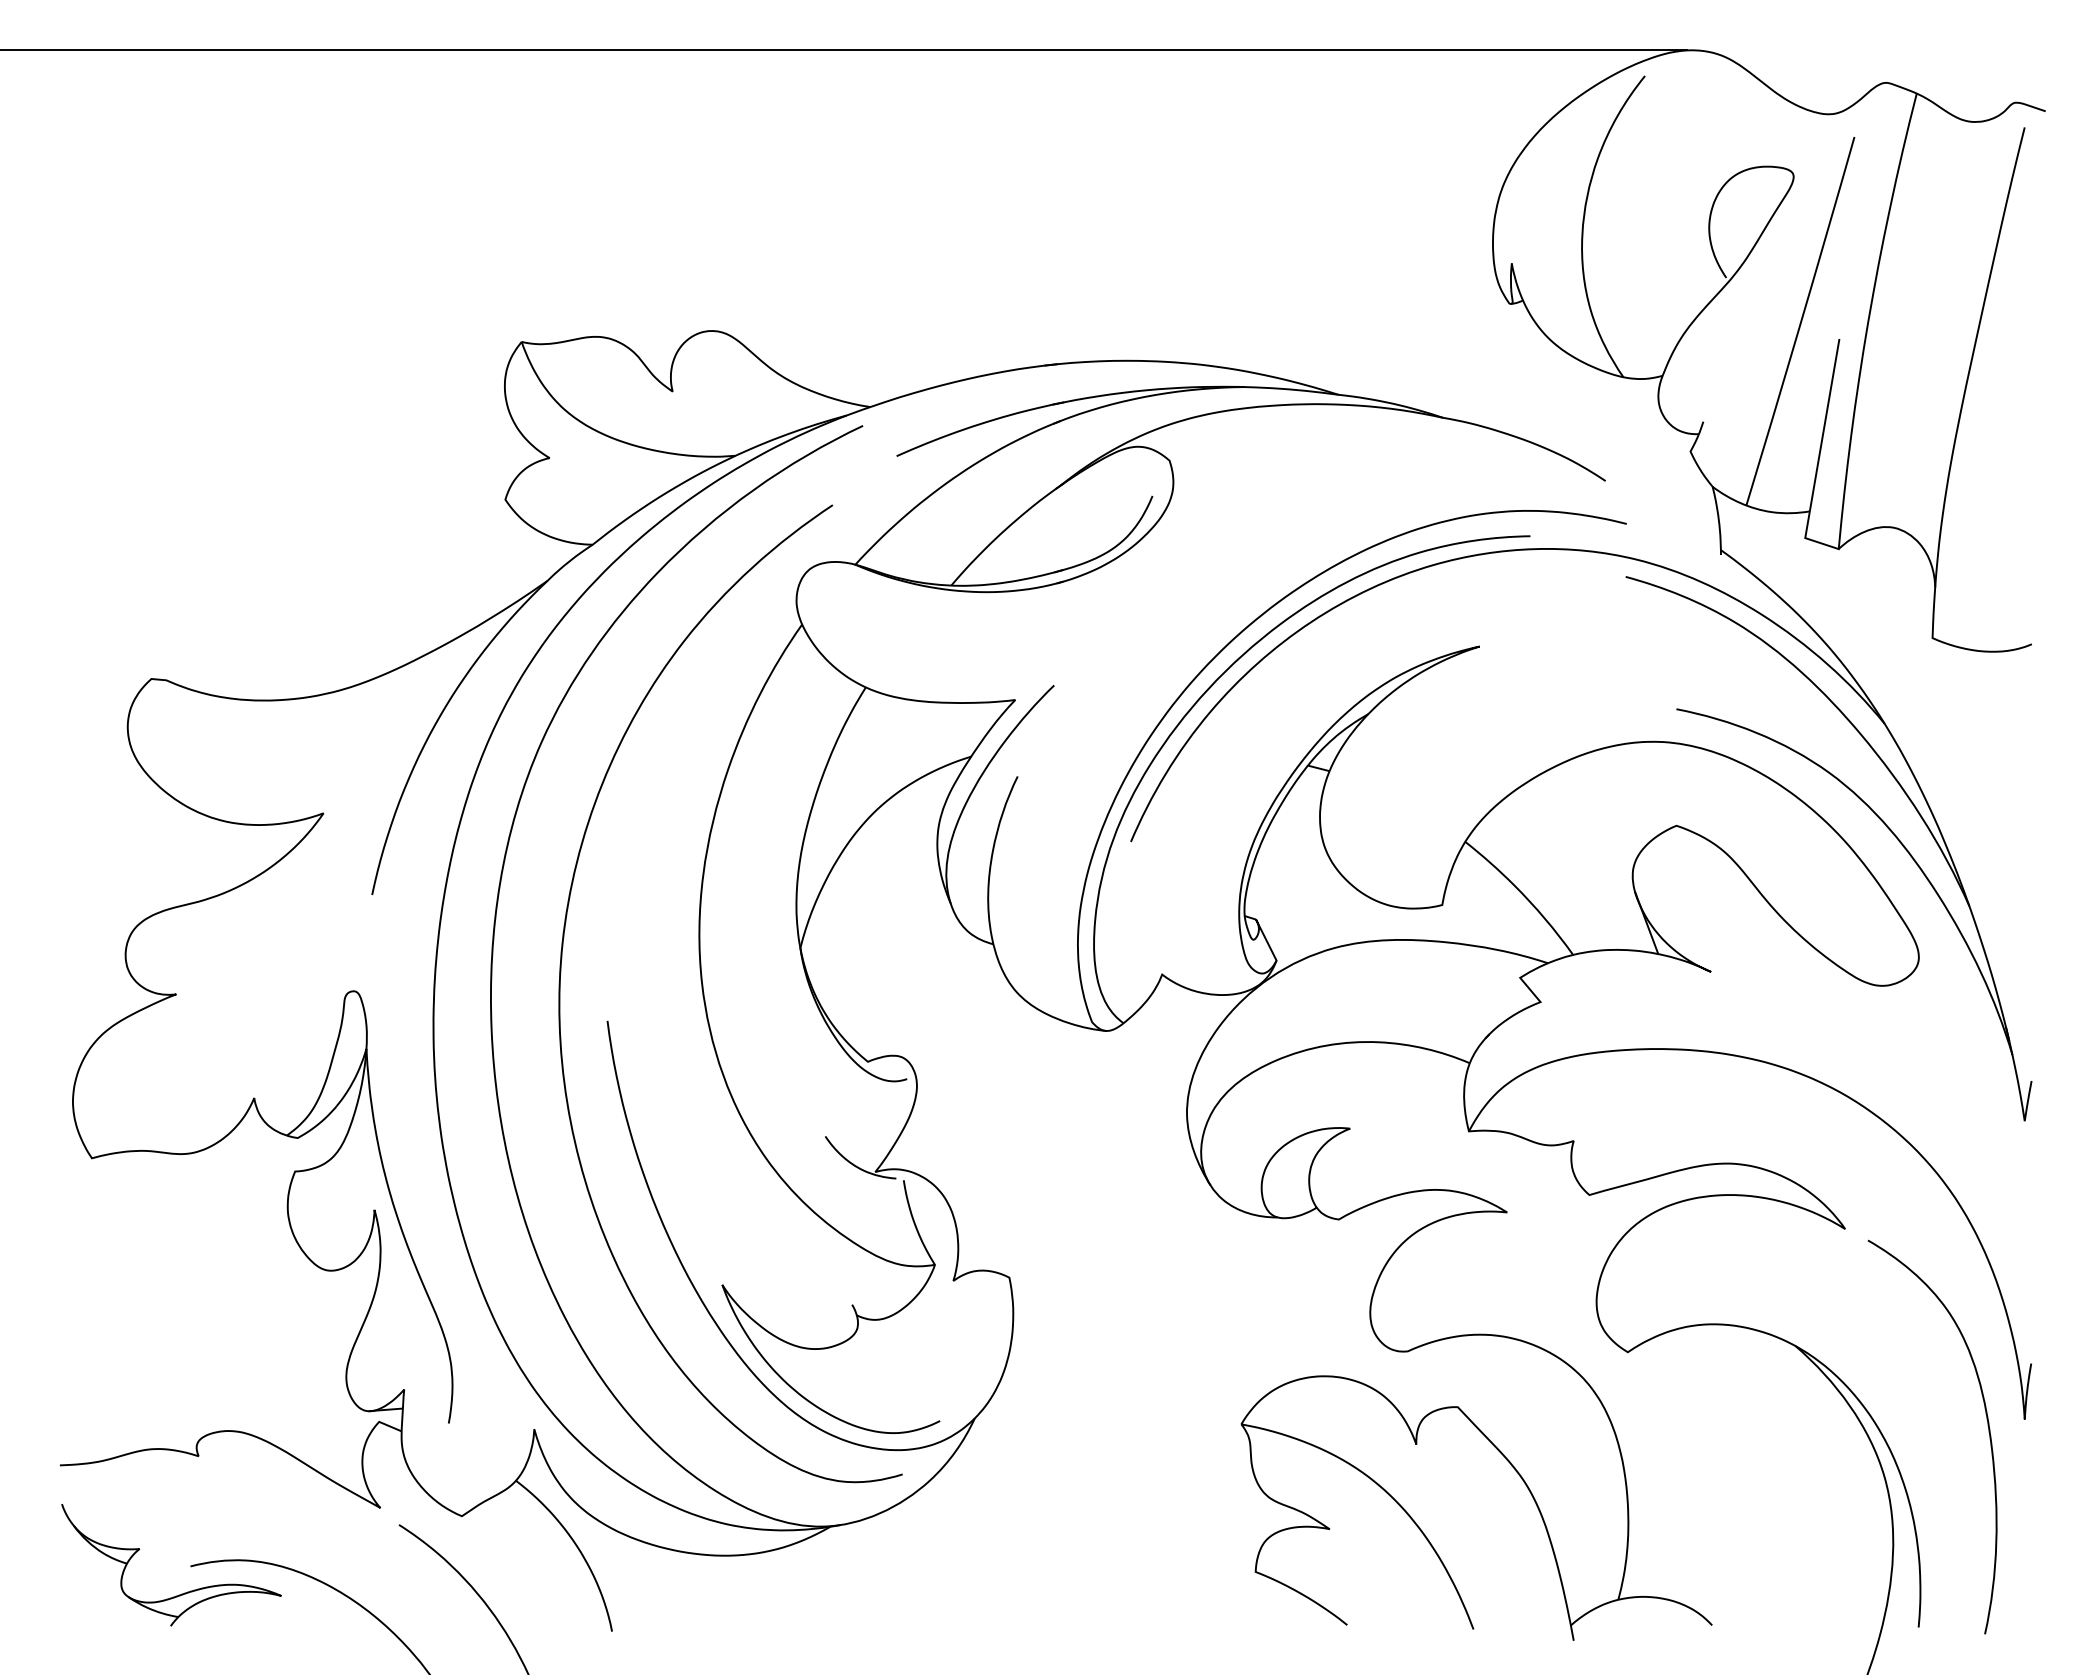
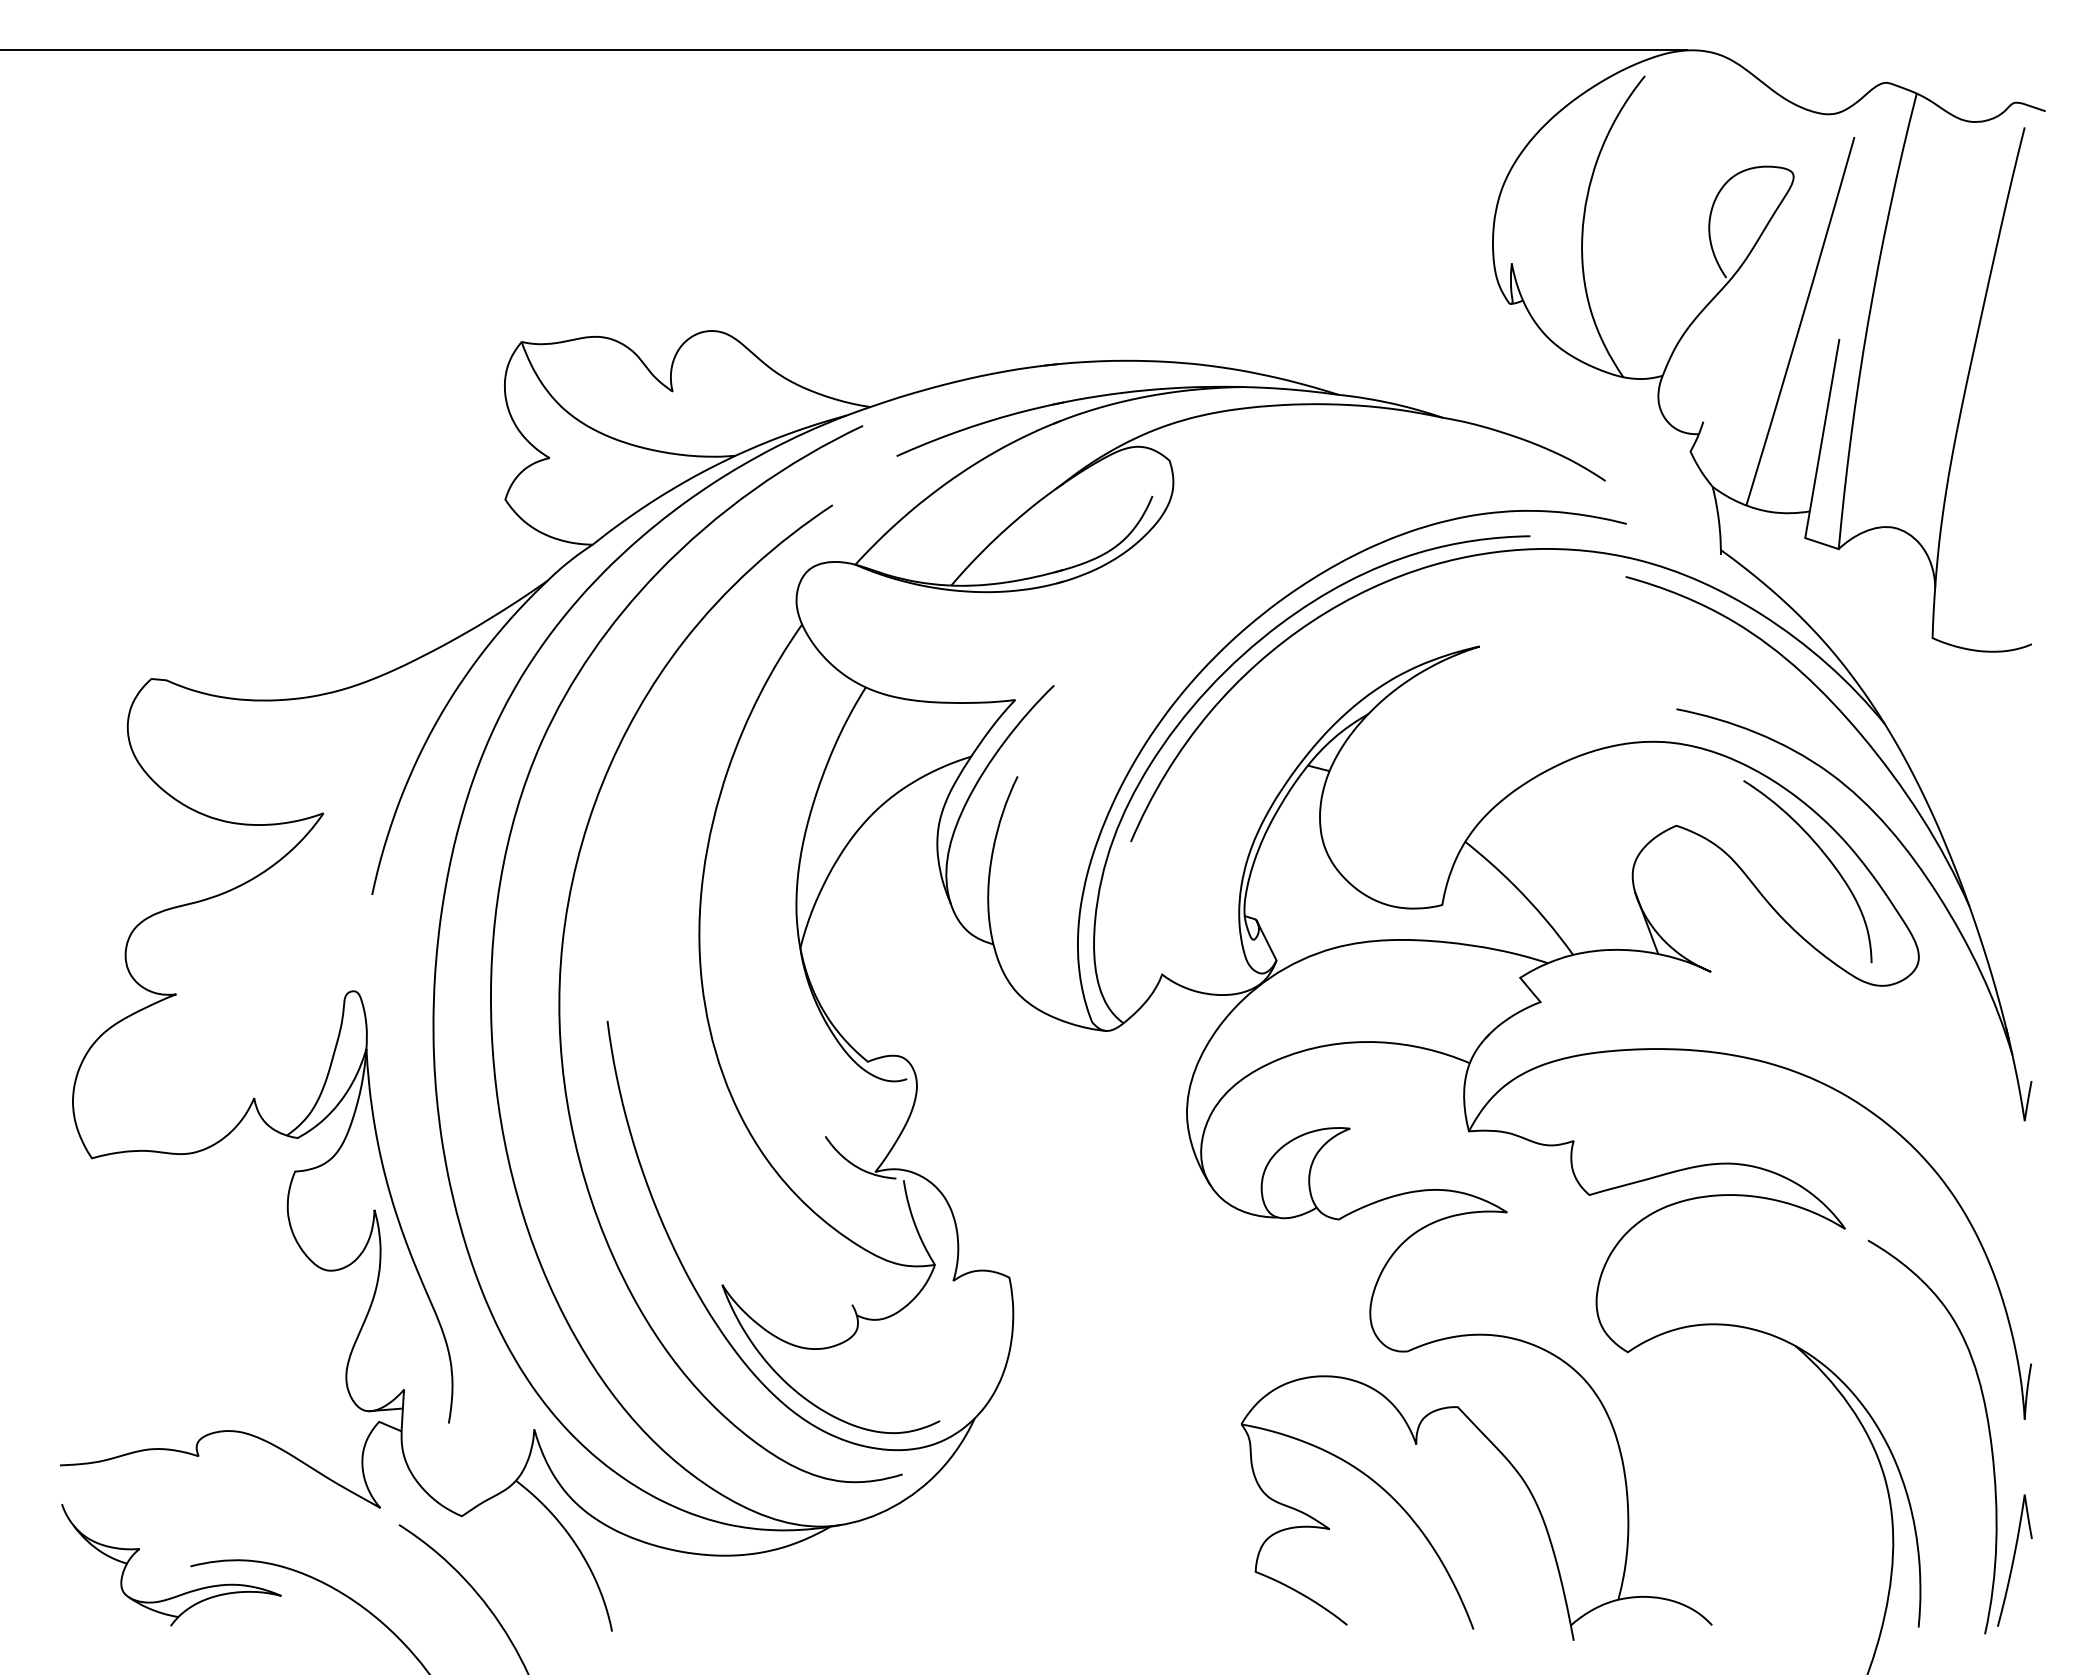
curve at (1823, 854): none -> present
curve at (2014, 1560): none -> present
